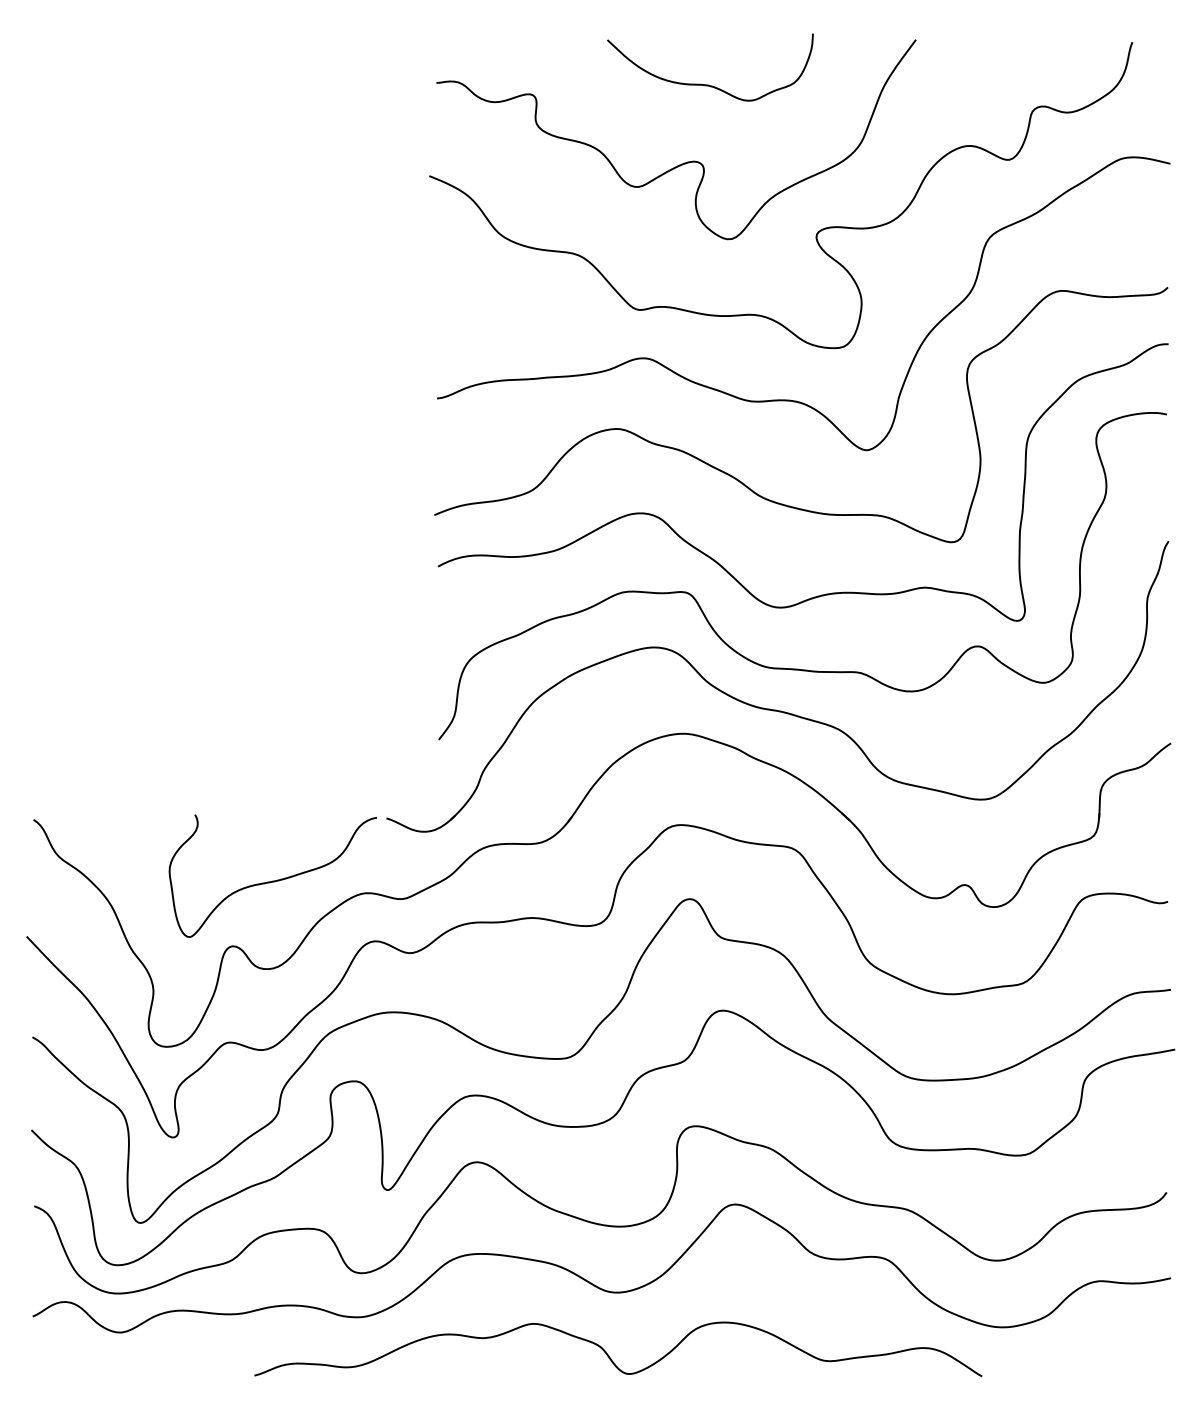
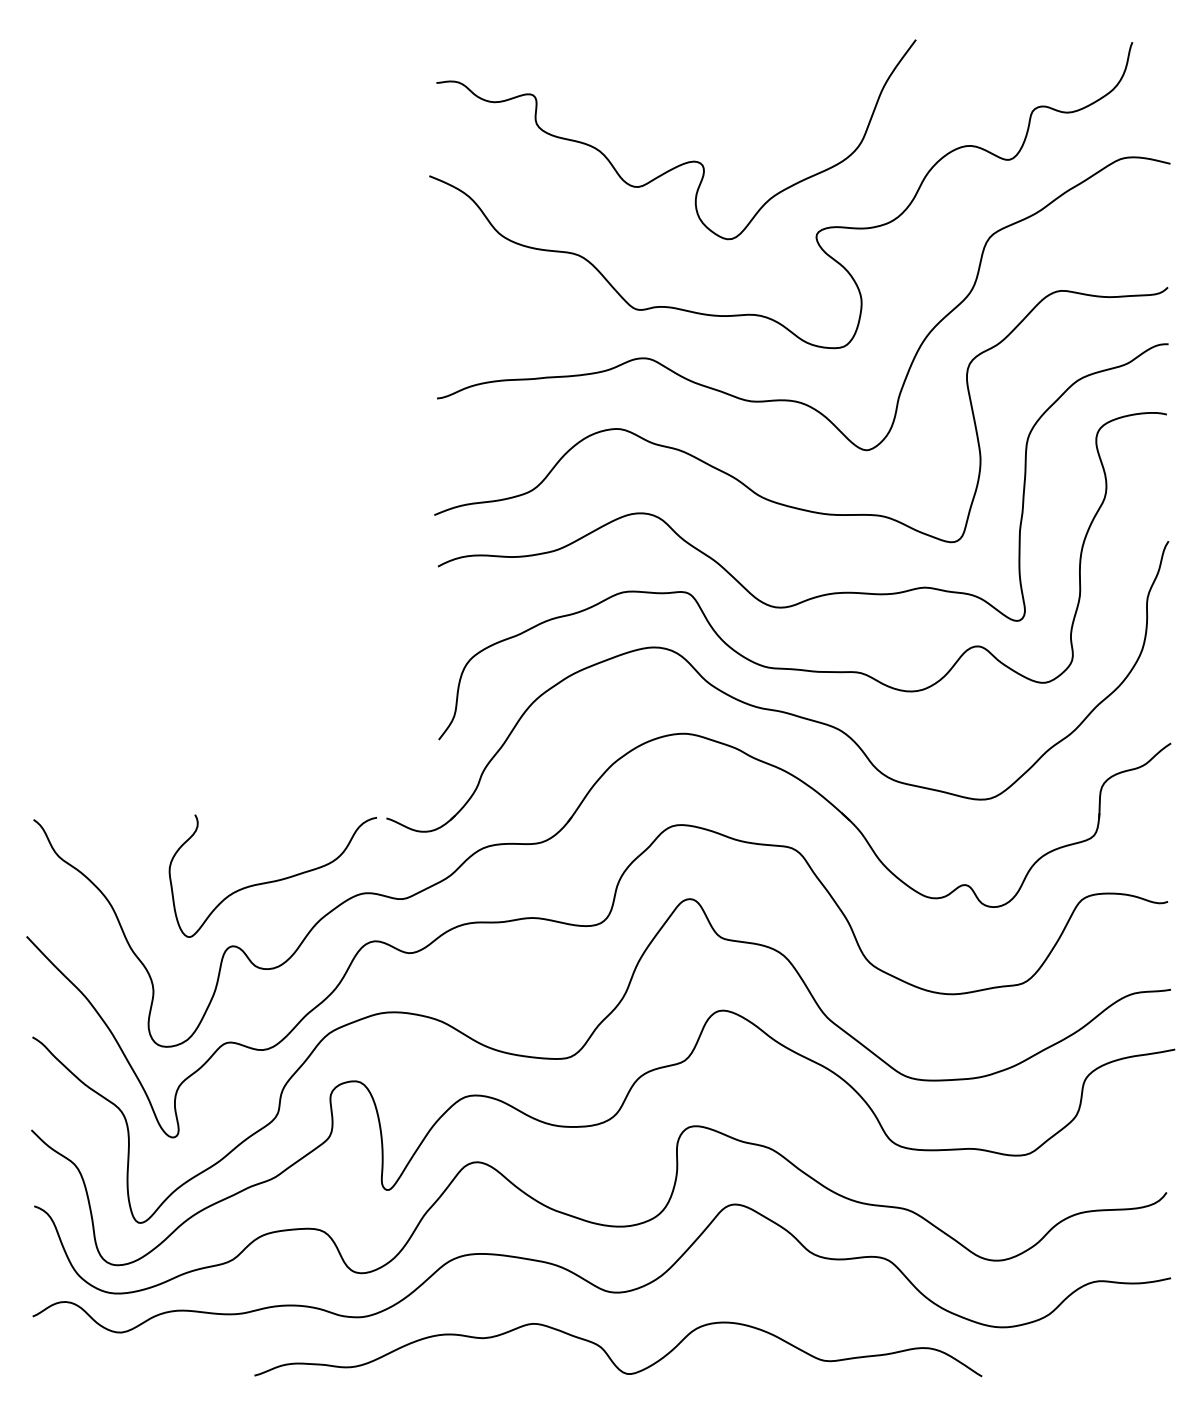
curve at (708, 84): present -> none
